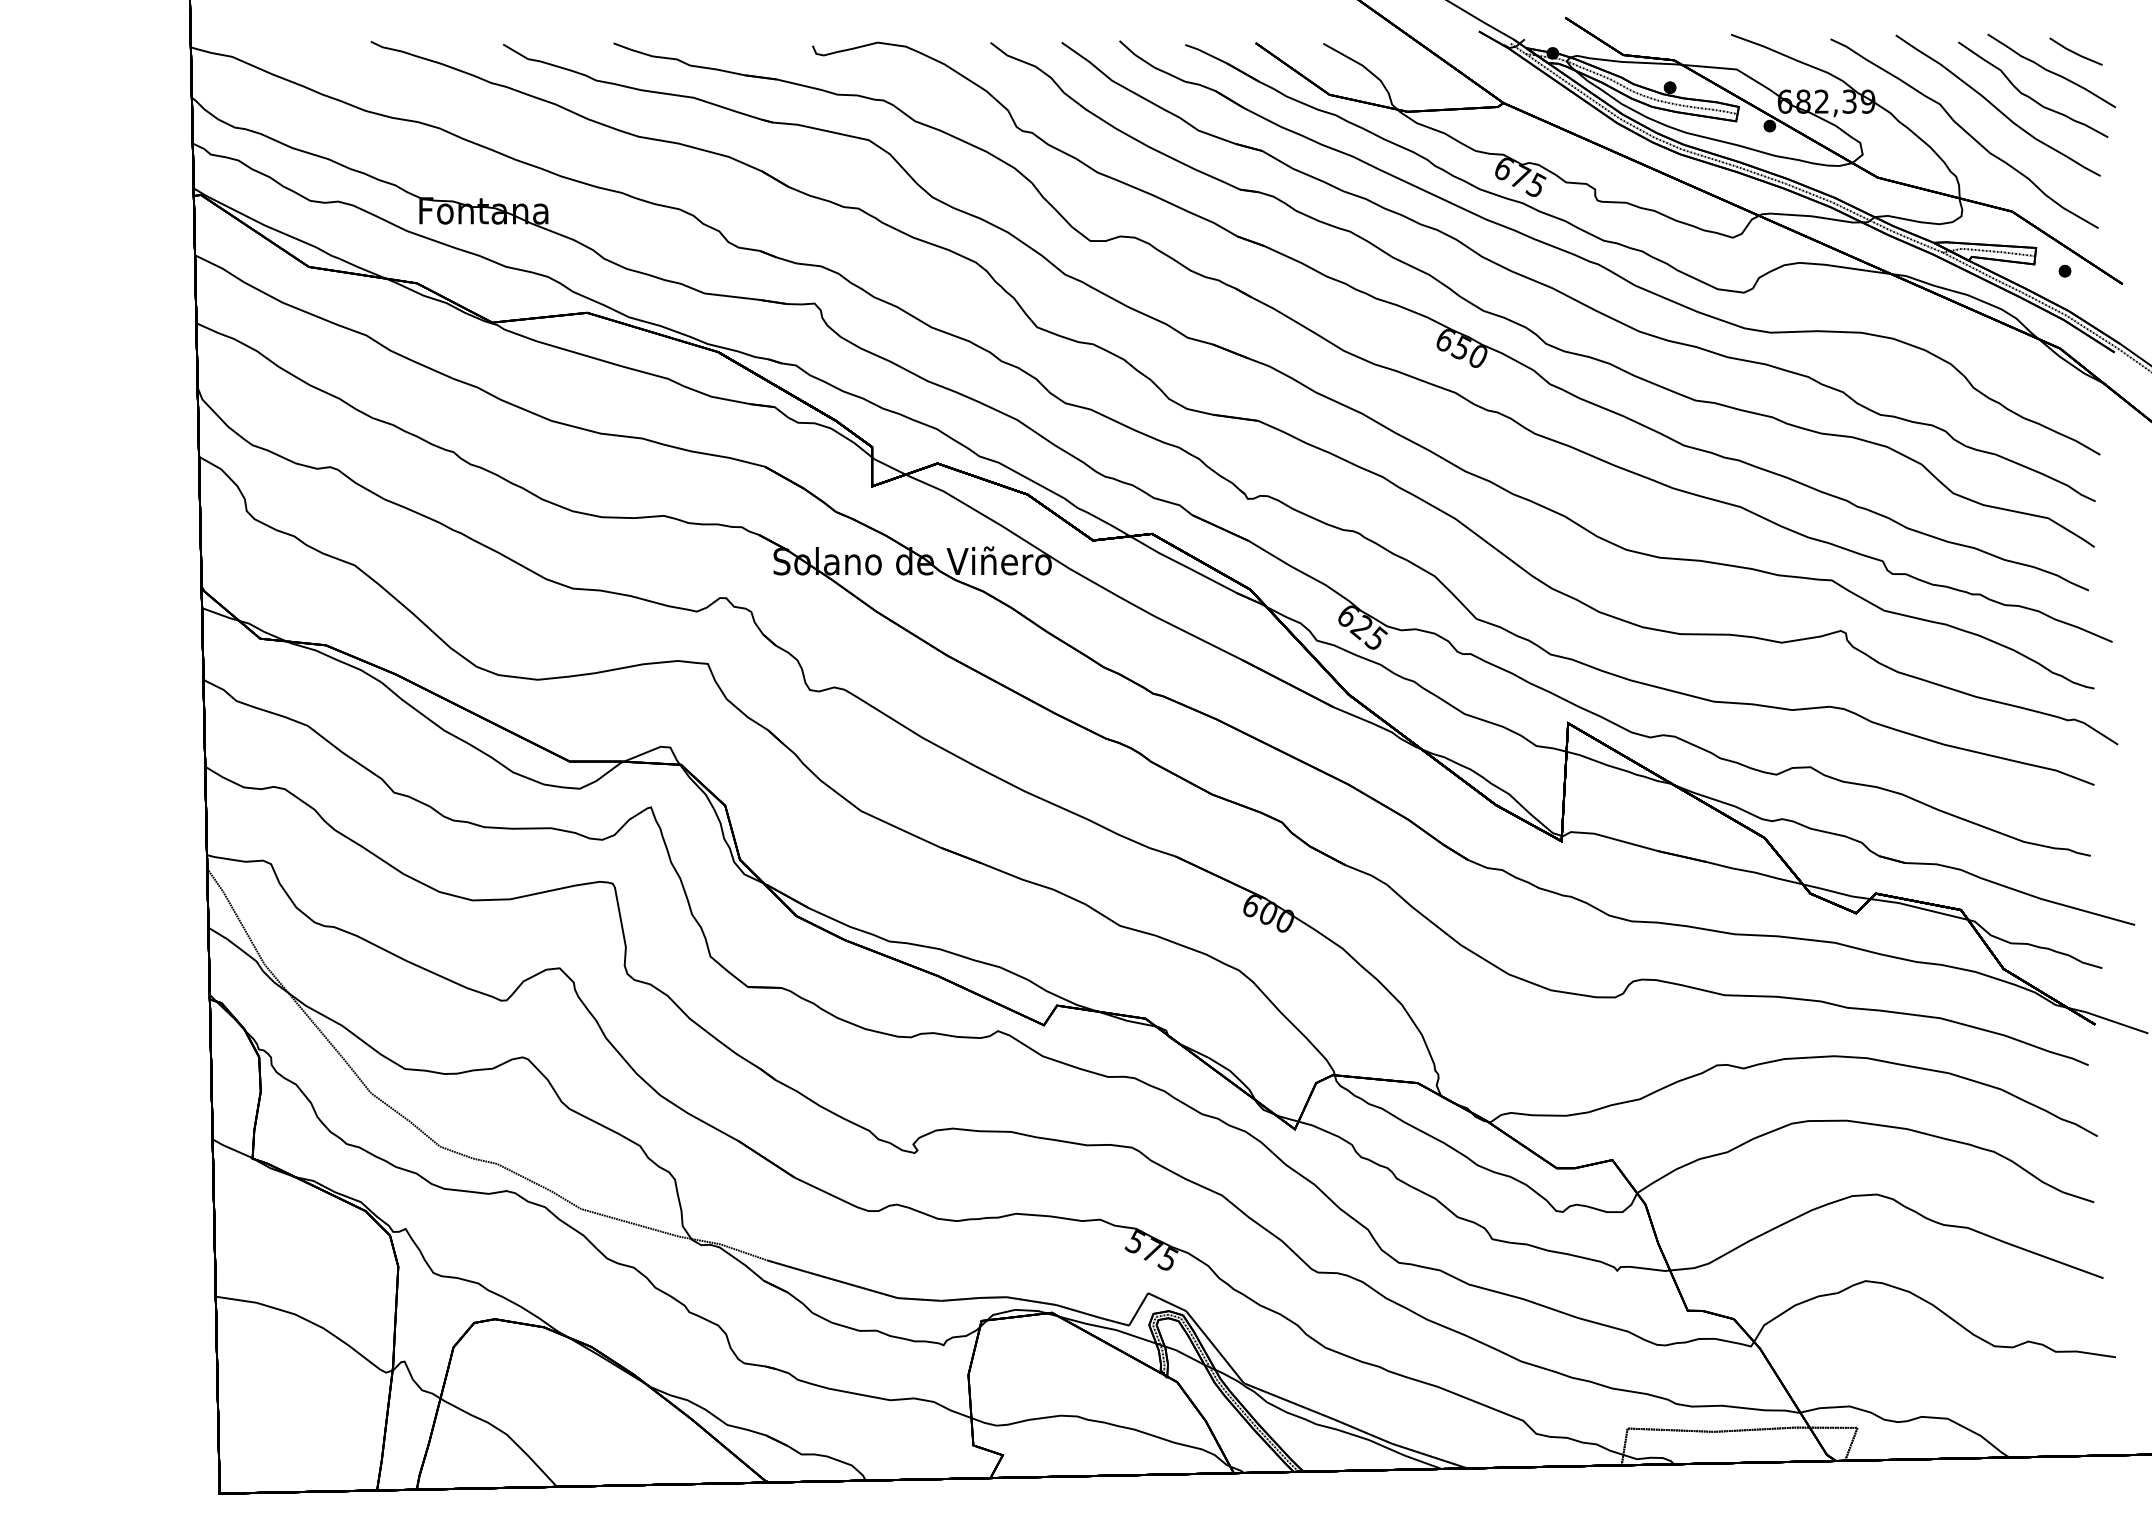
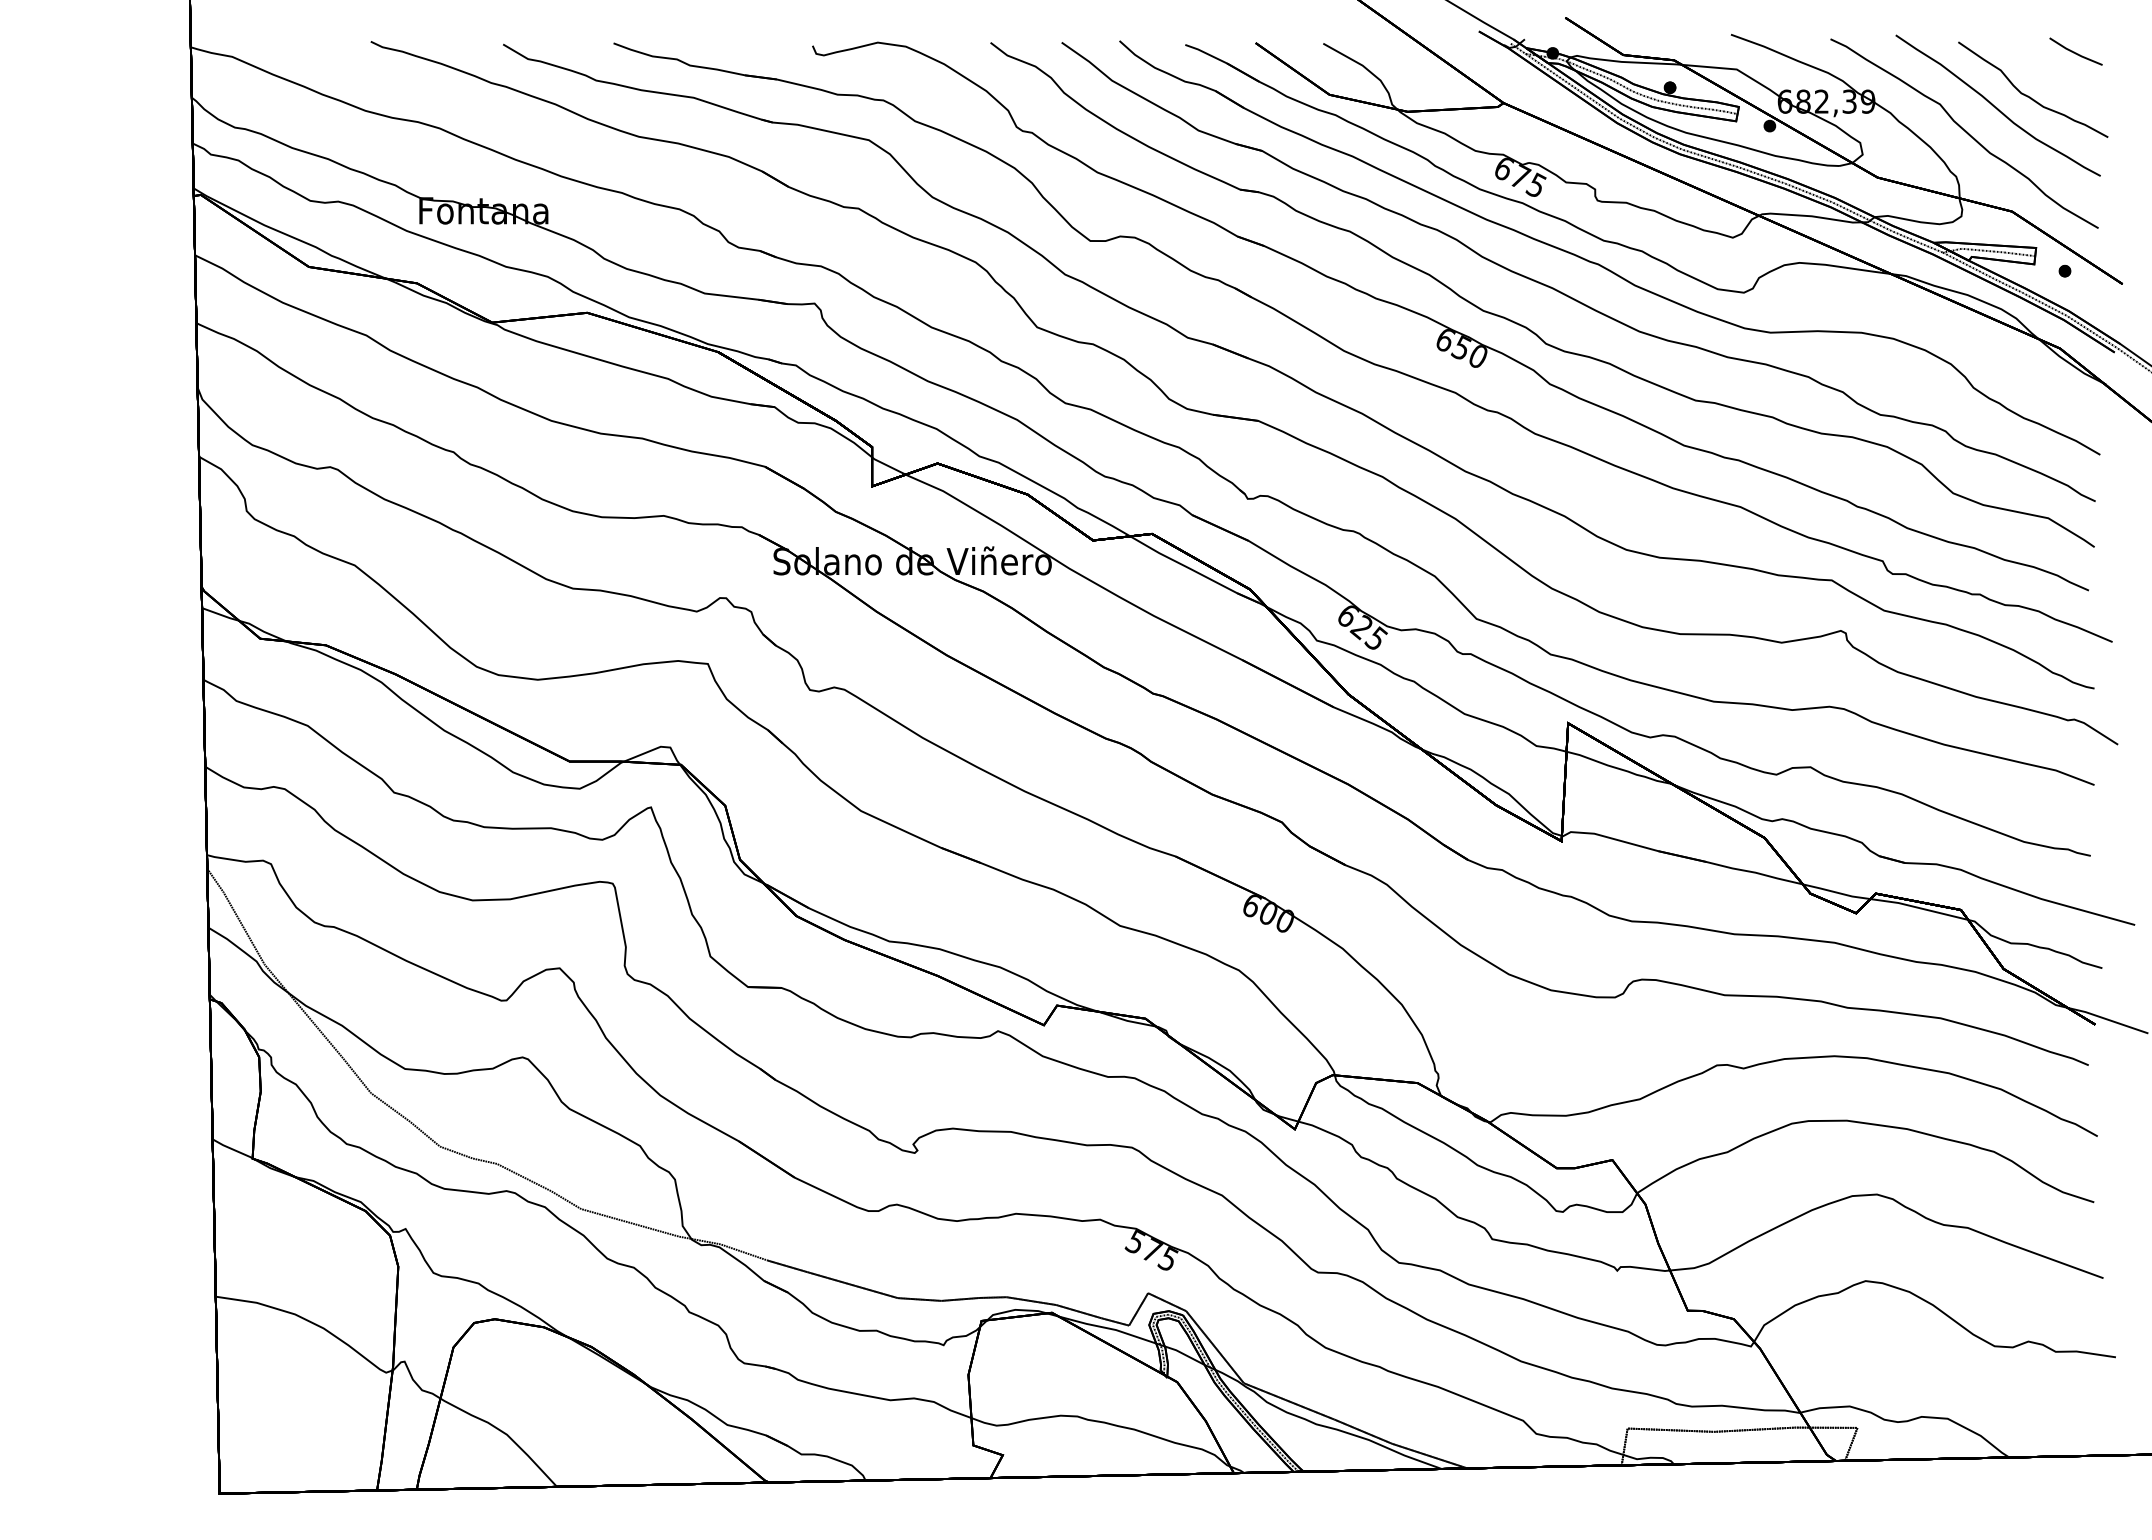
curve at (2050, 70): present -> none
